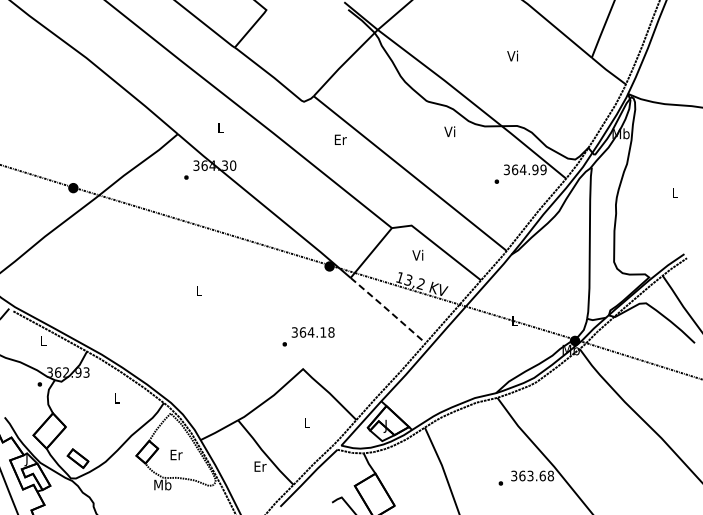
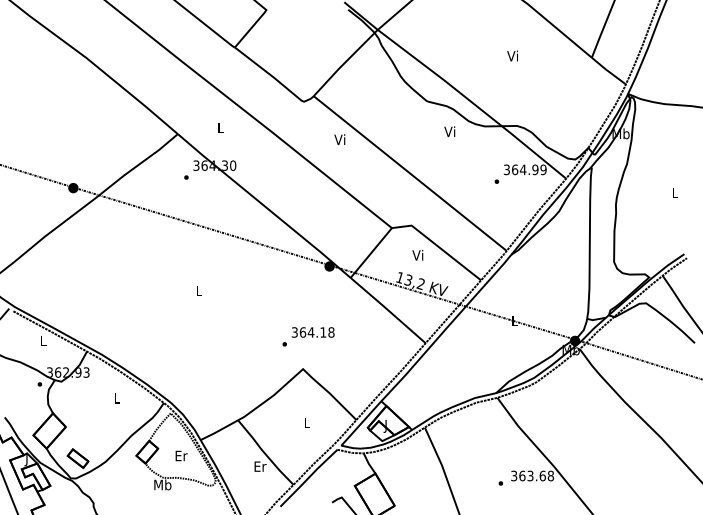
text at (340, 139): Er -> Vi
line at (388, 310): dashed -> solid
text at (176, 454) position: (176, 454) -> (181, 455)
